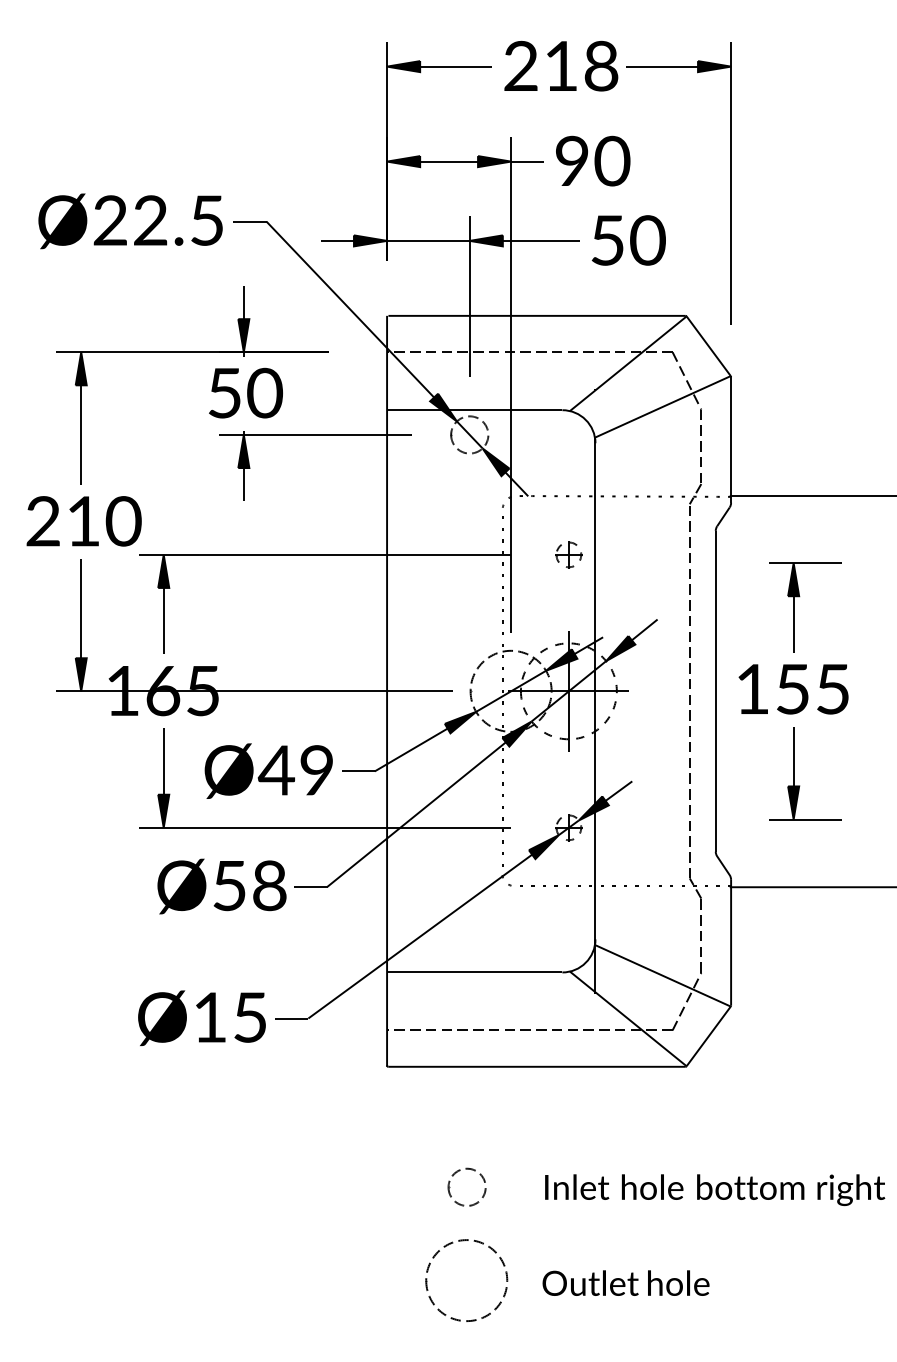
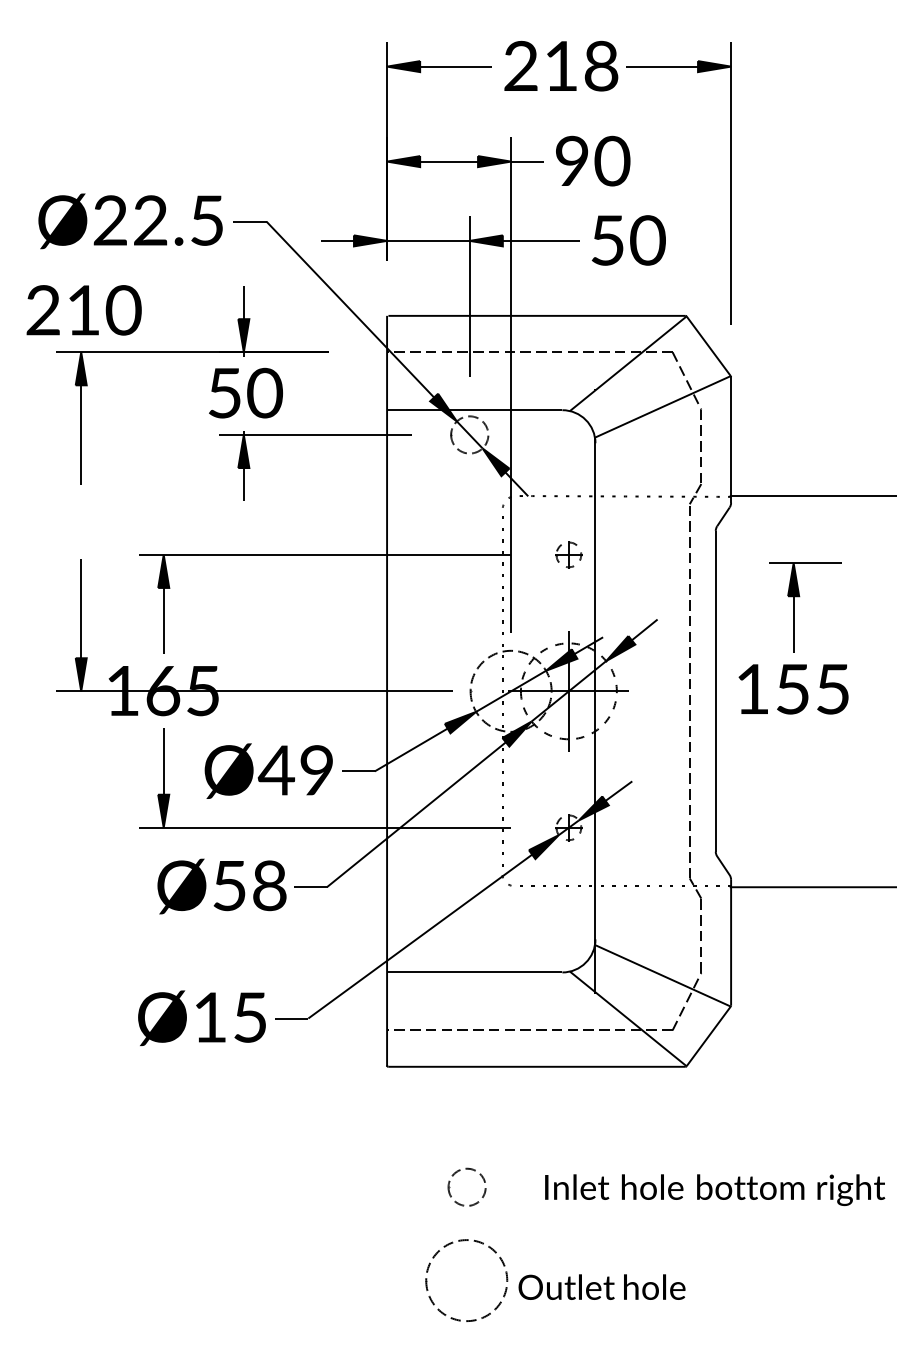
text at (83, 521) position: (83, 521) -> (83, 310)
part at (794, 773): present -> none
text at (625, 1282) position: (625, 1282) -> (601, 1286)
